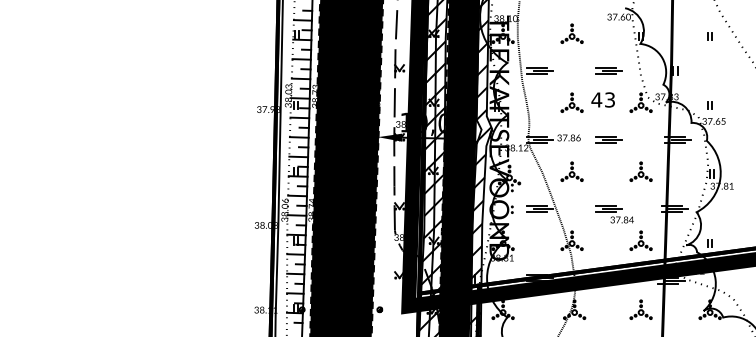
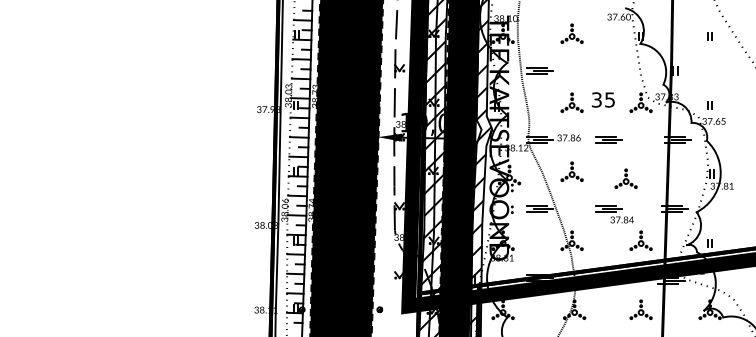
part at (608, 70): present -> none
text at (602, 99): 43 -> 35
part at (640, 171) position: (640, 171) -> (625, 178)
